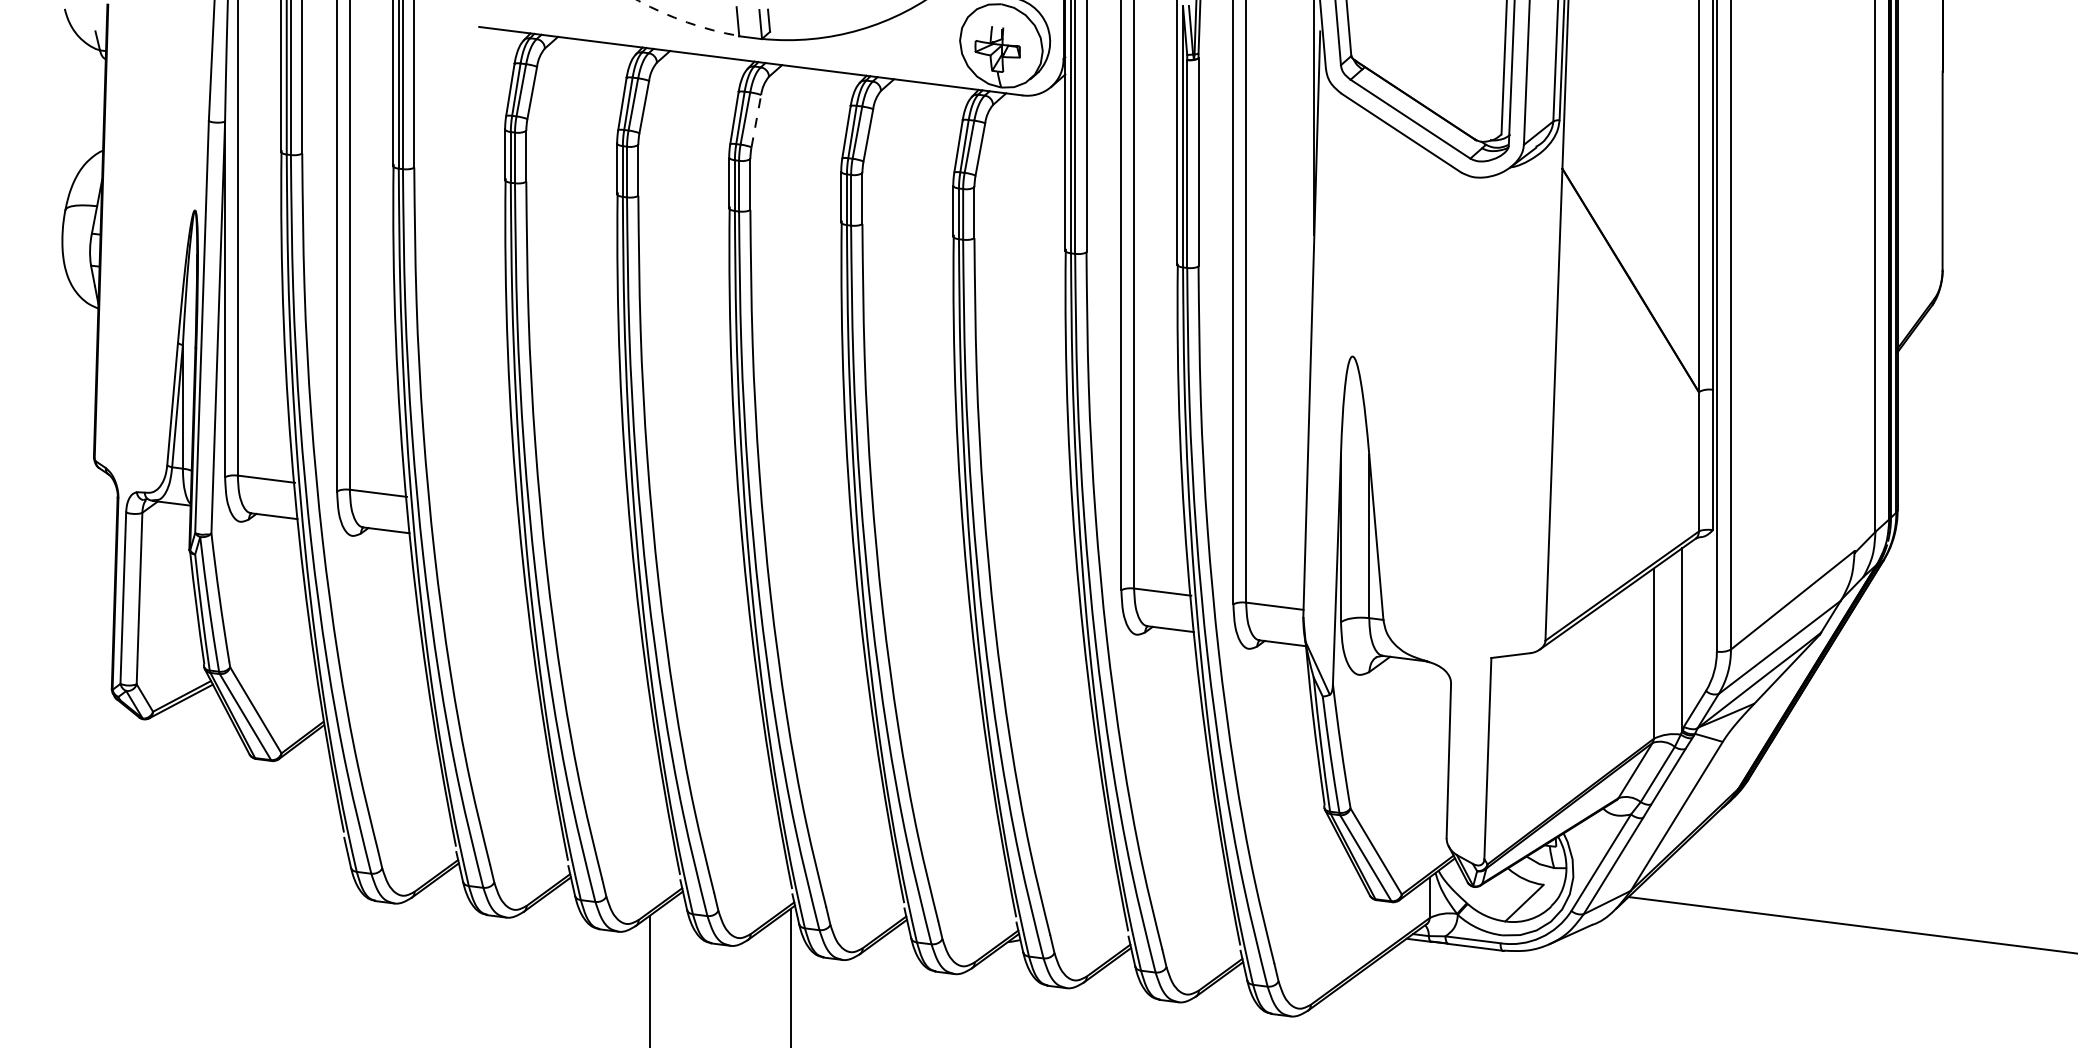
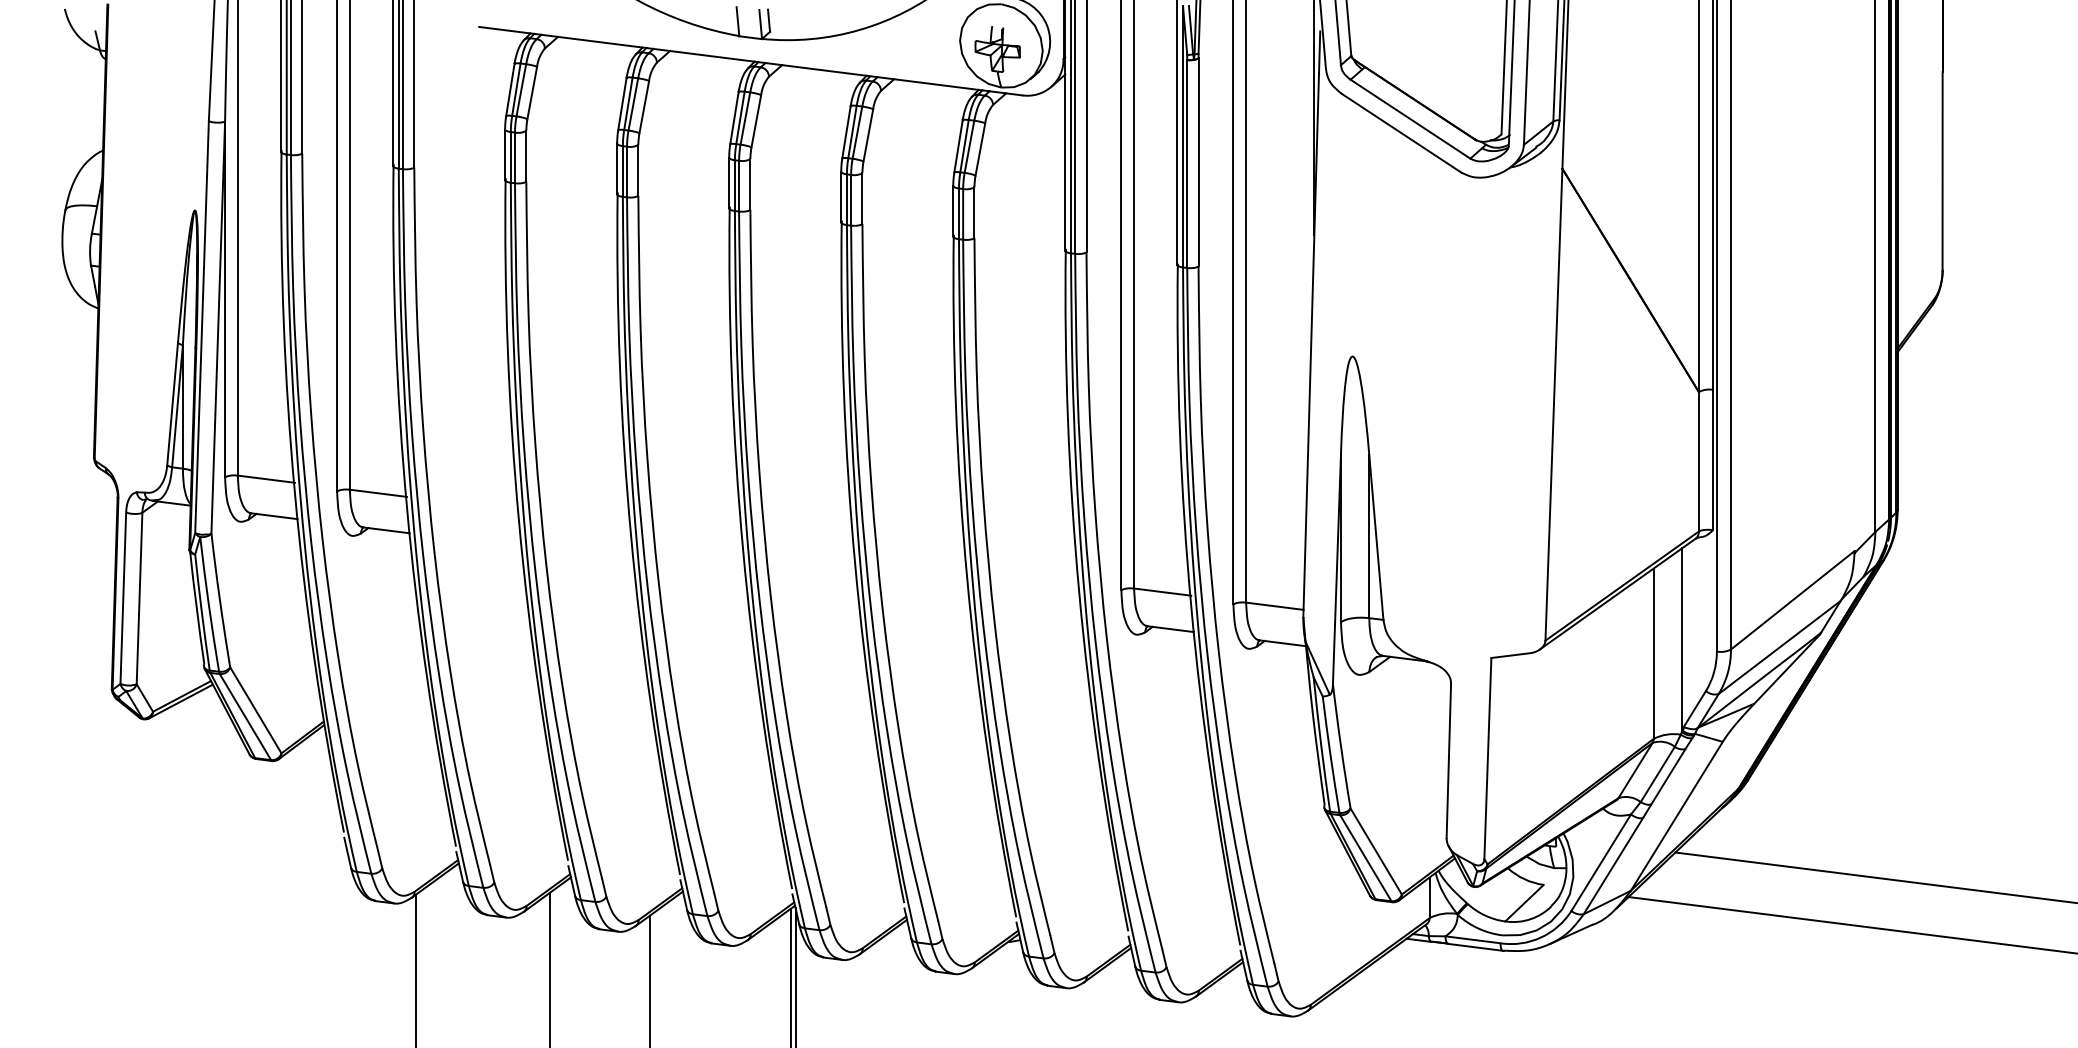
arc at (687, 22): dashed -> solid
line at (756, 121): dashed -> solid
line at (1874, 877): none -> present
line at (550, 968): none -> present
line at (415, 969): none -> present
line at (795, 976): none -> present
